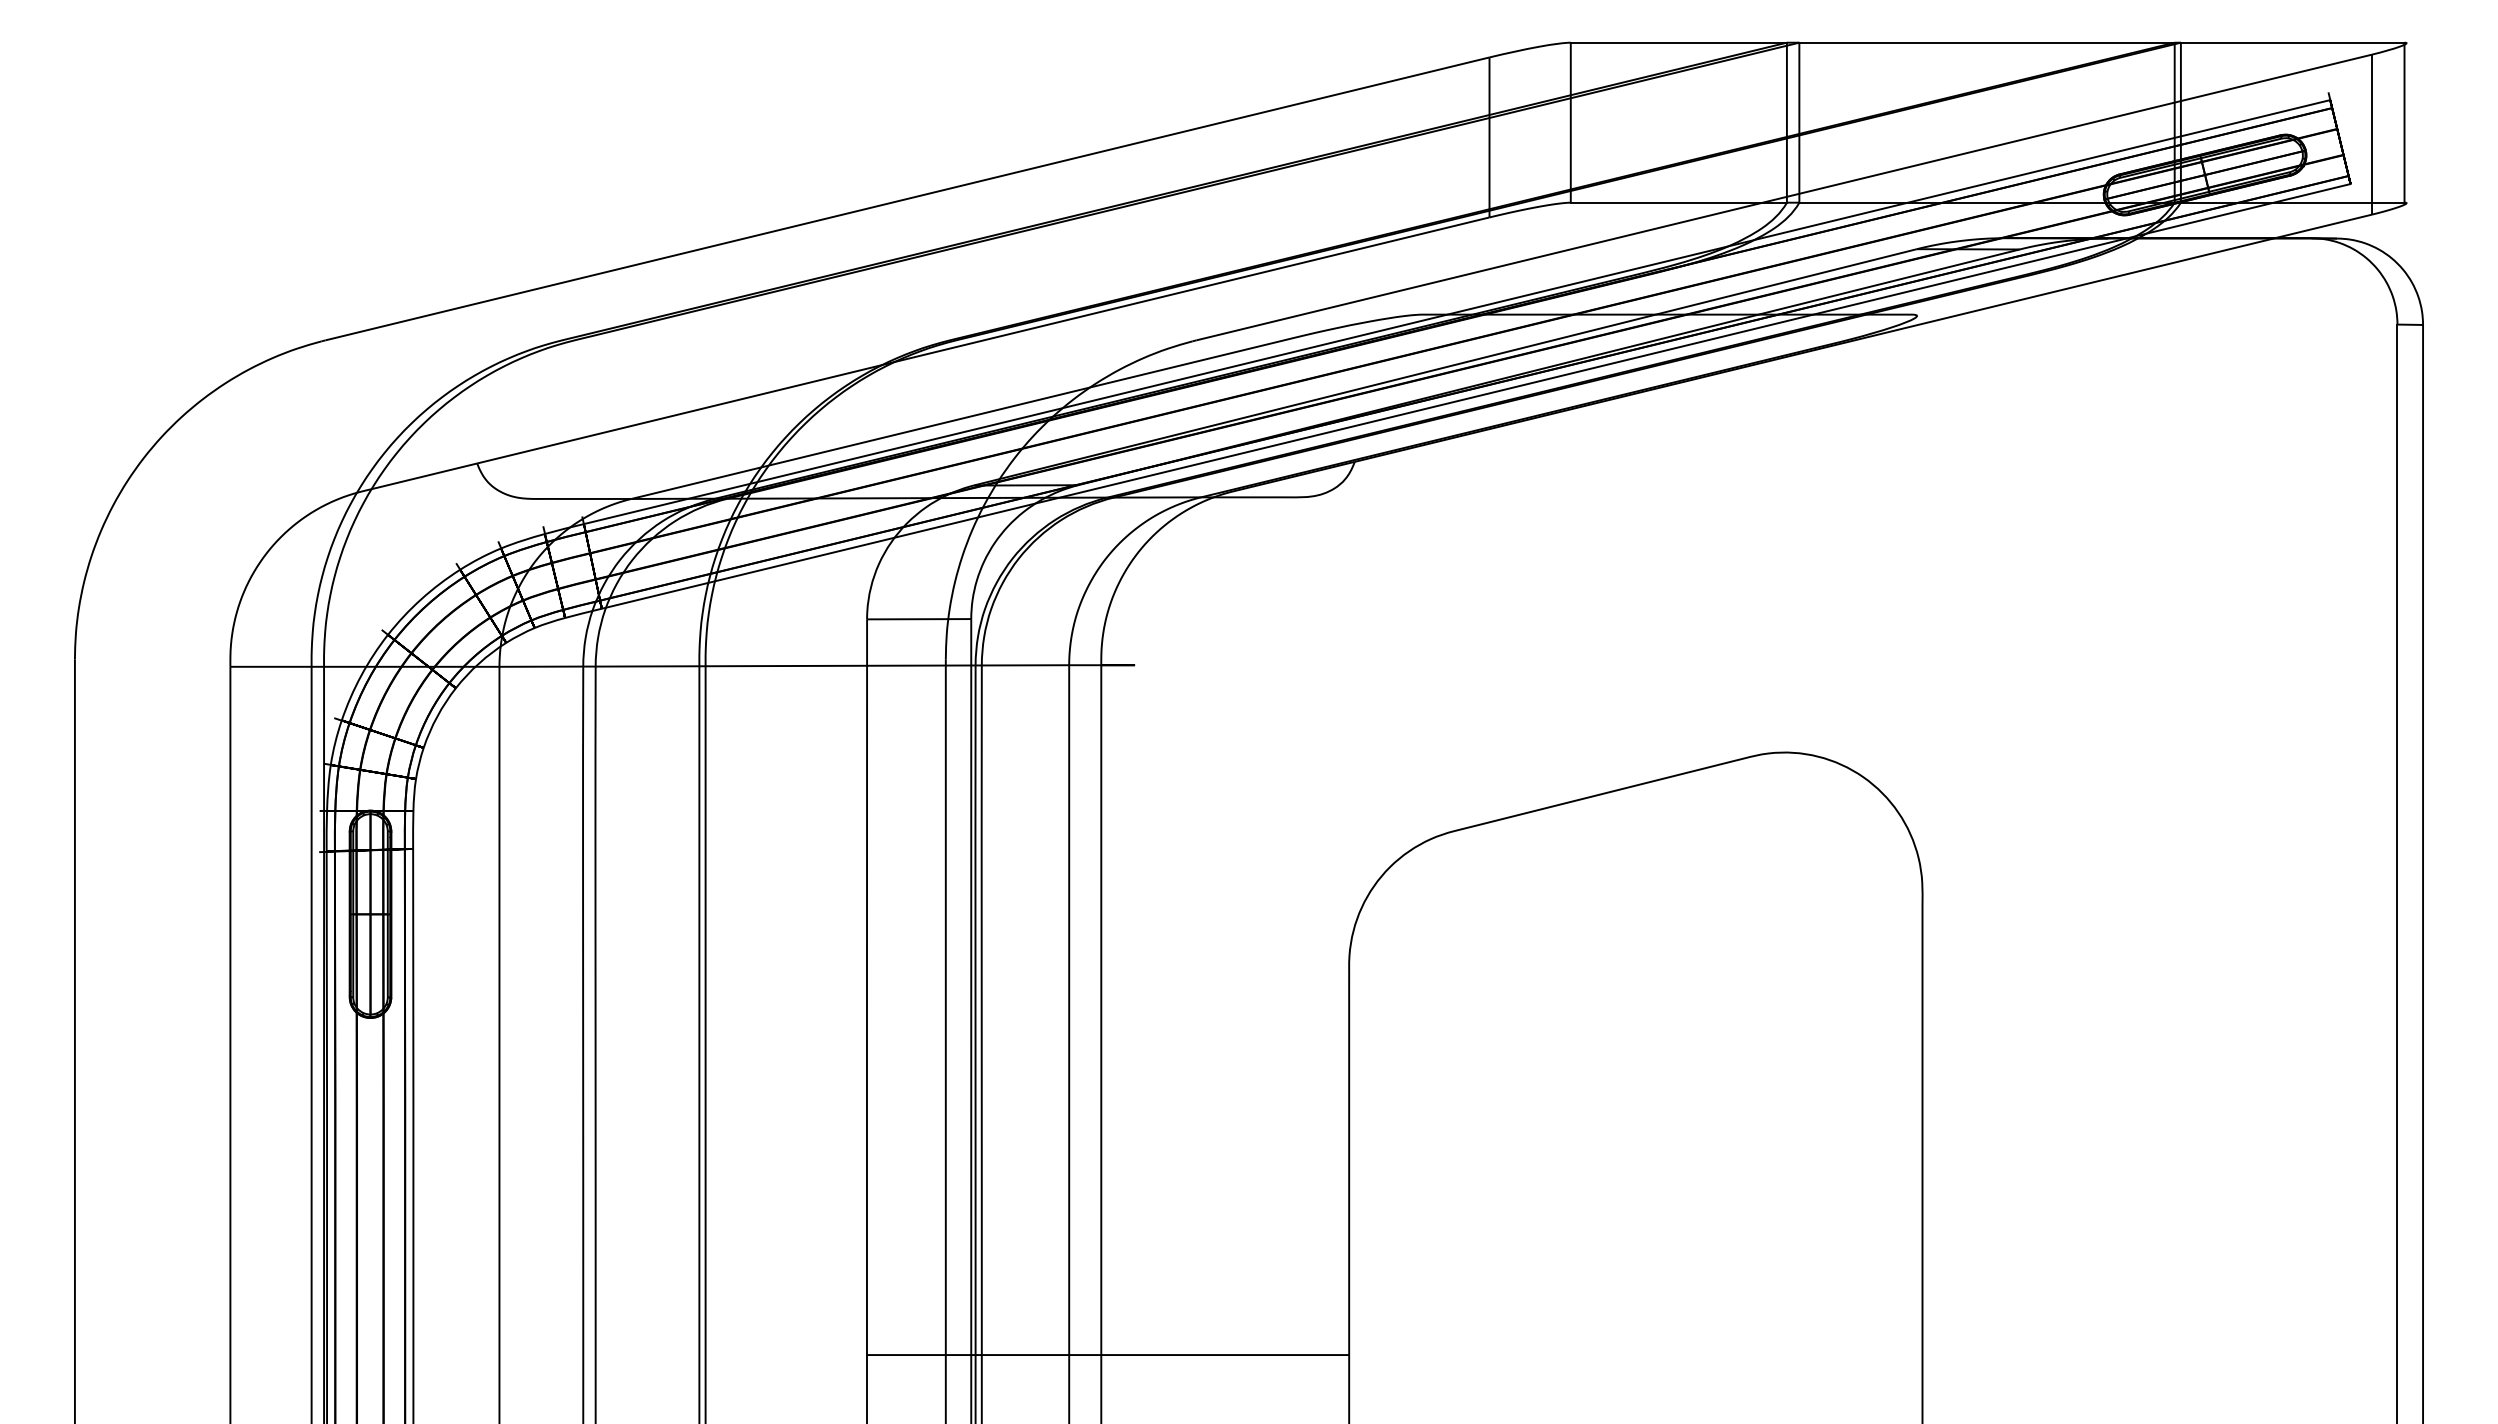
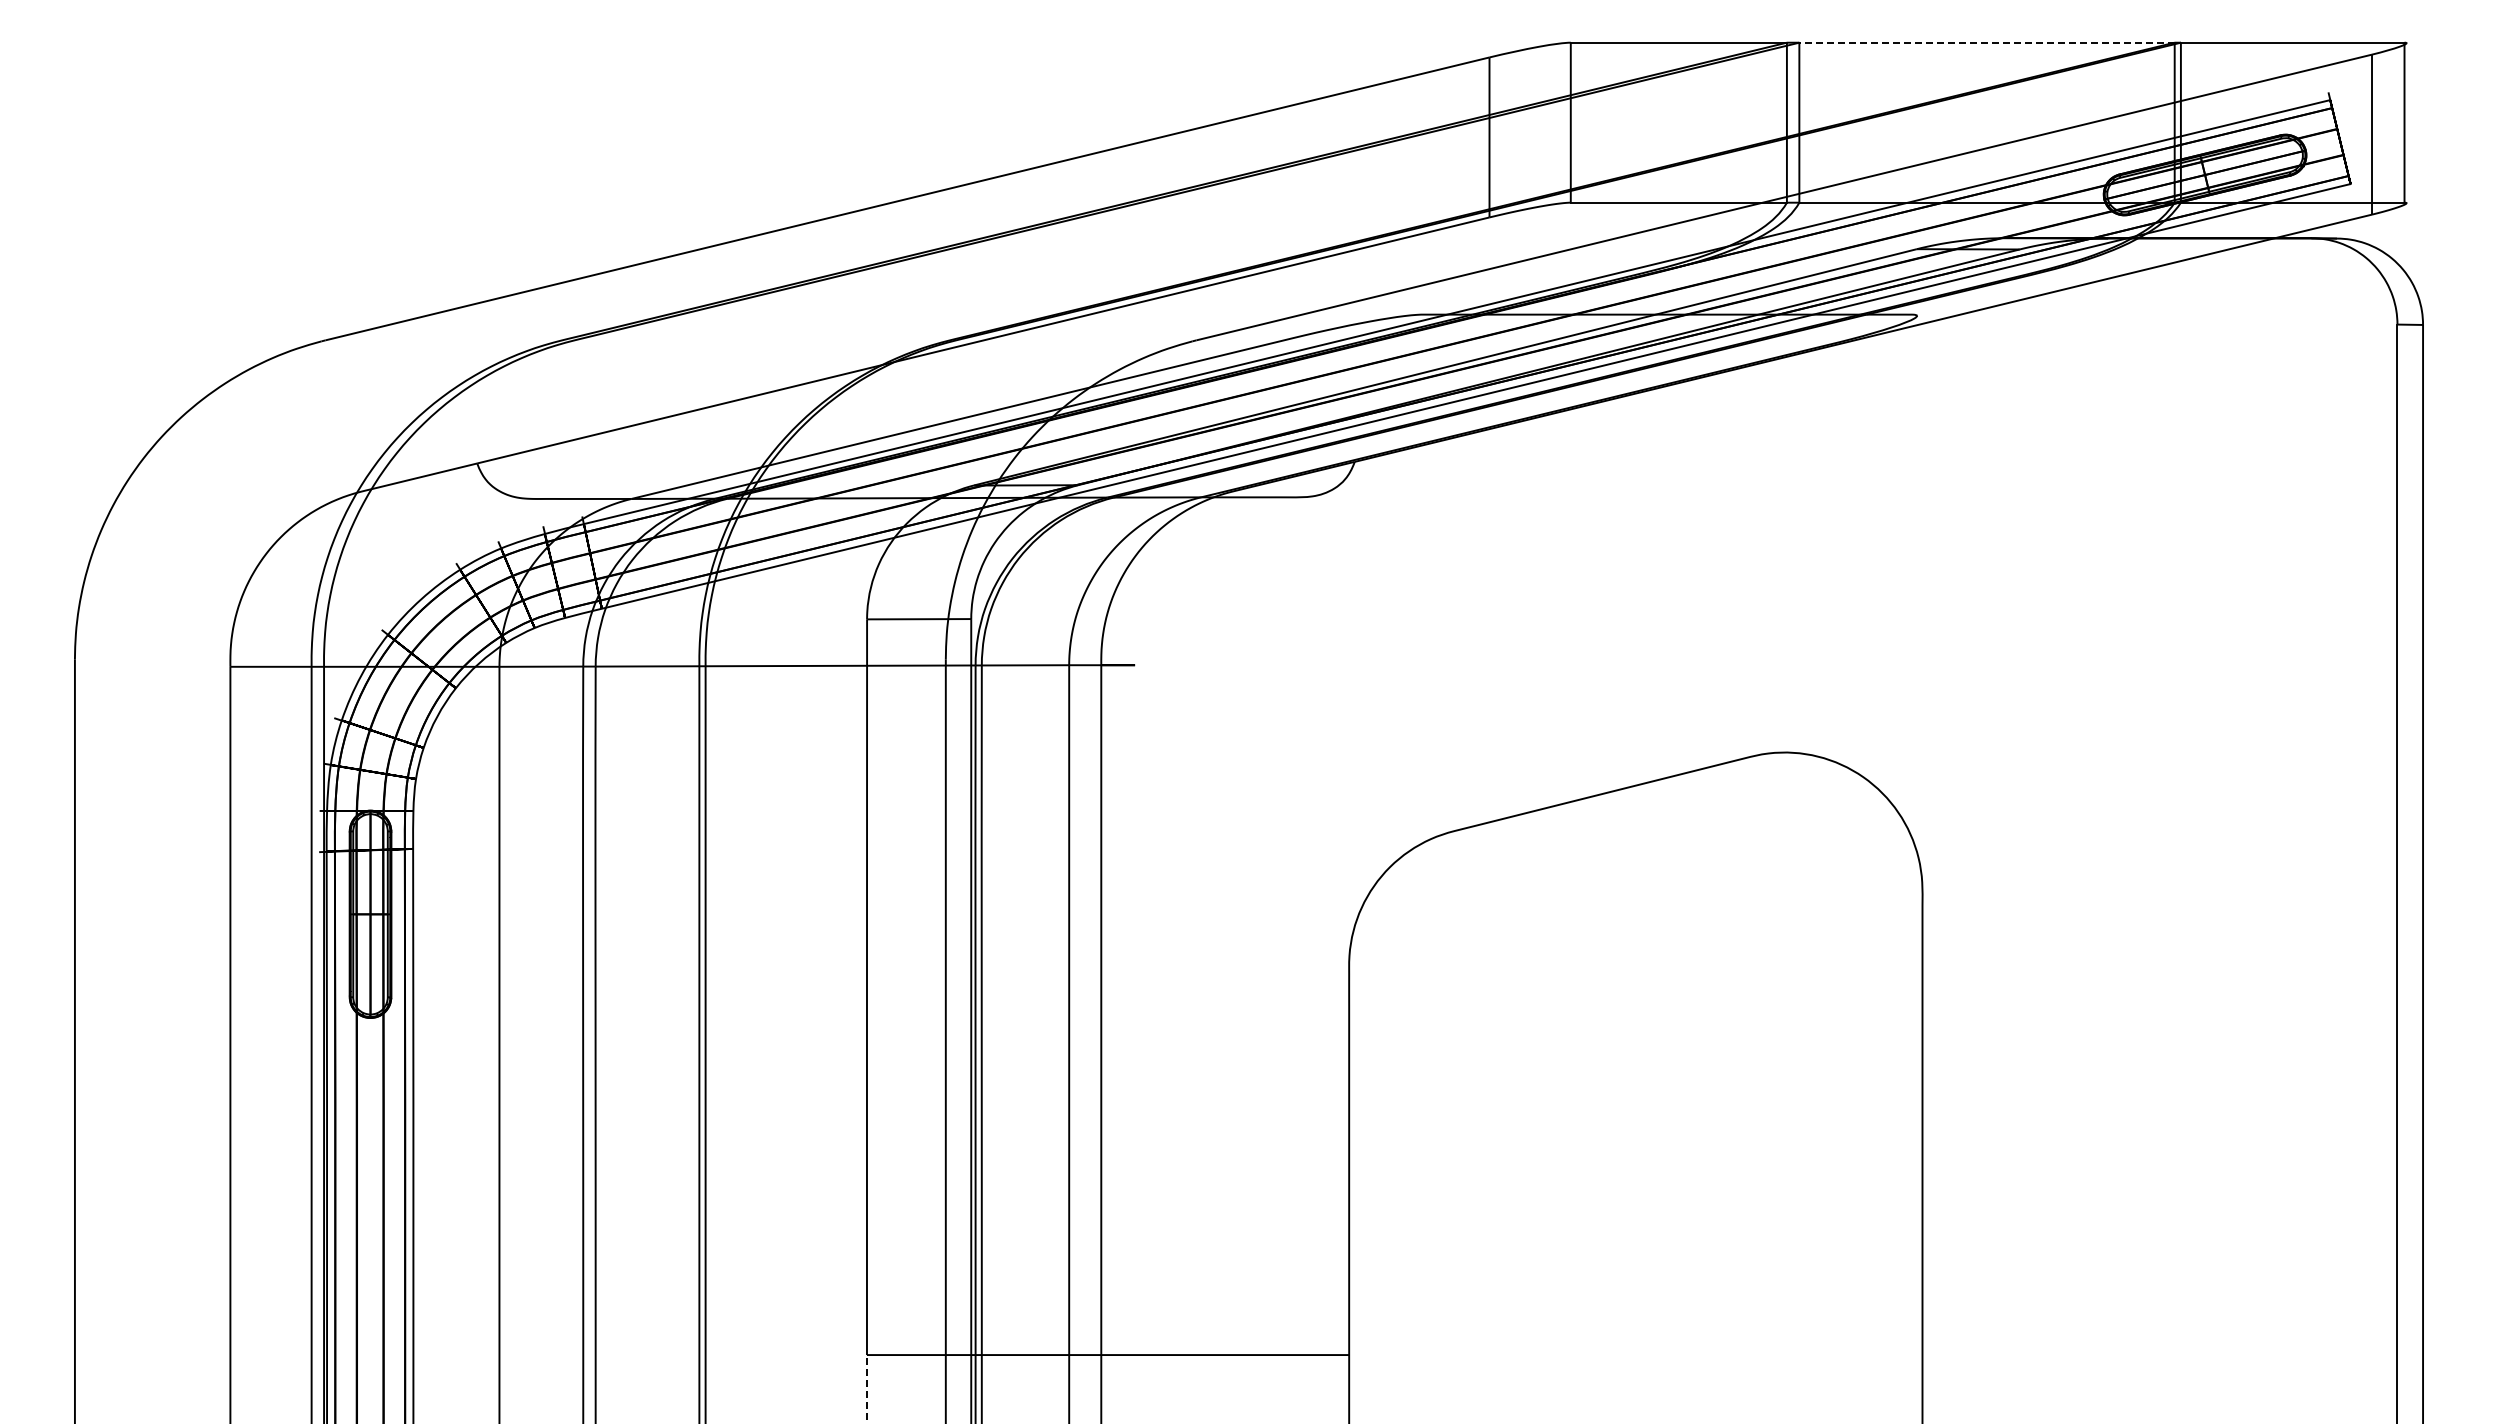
line at (1987, 42): solid -> dashed
line at (867, 1389): solid -> dashed
